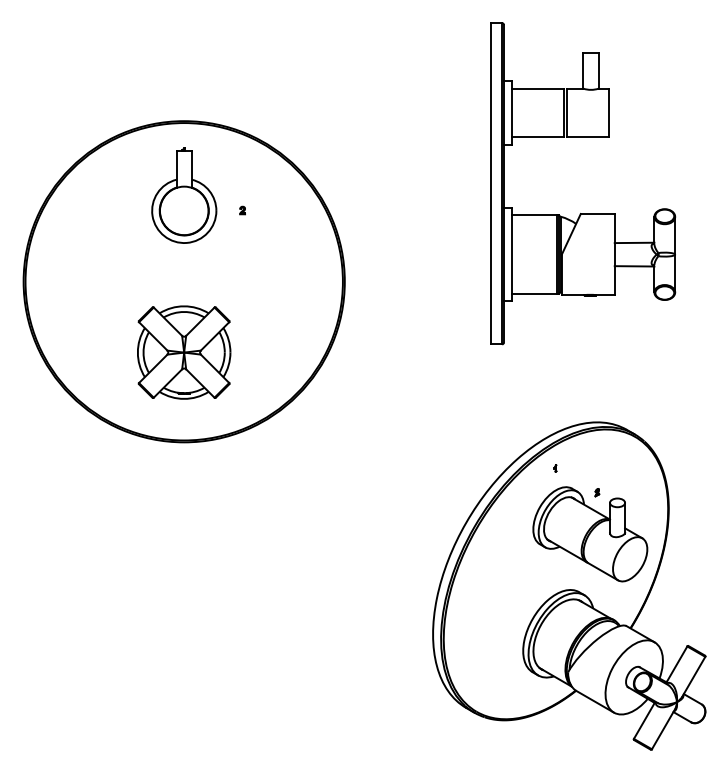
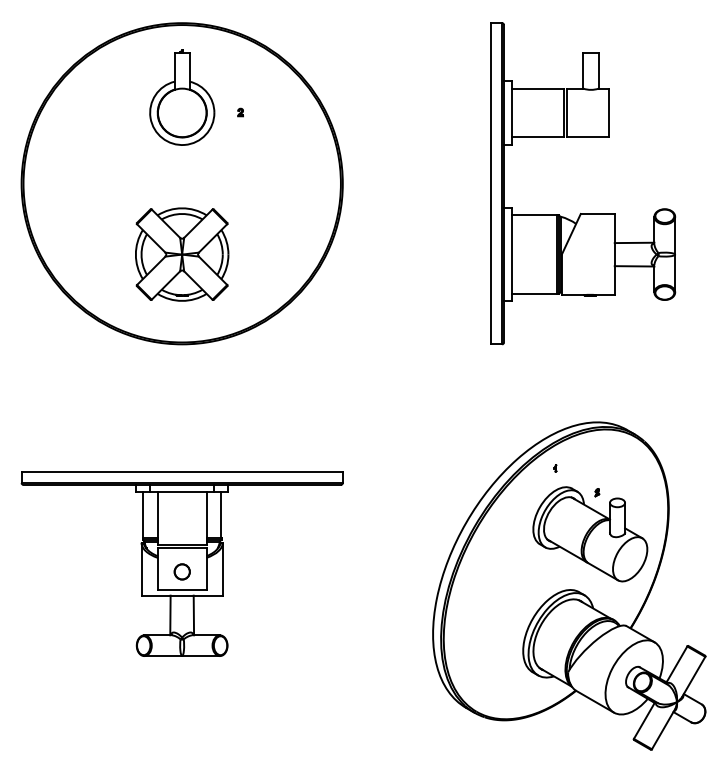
part at (183, 281) position: (183, 281) -> (181, 183)
part at (181, 563): none -> present
